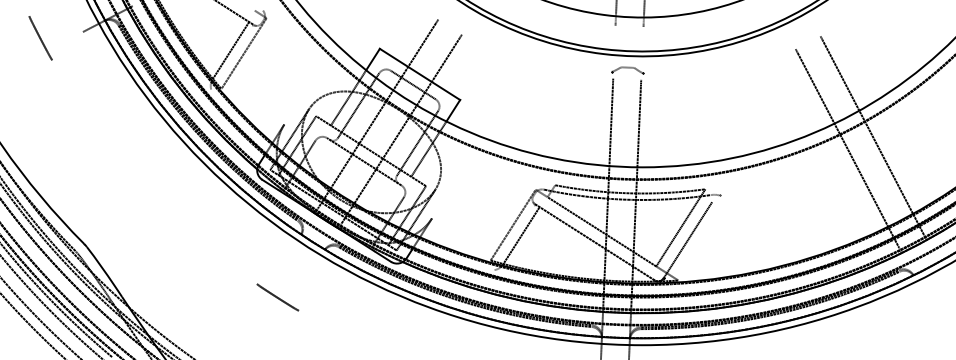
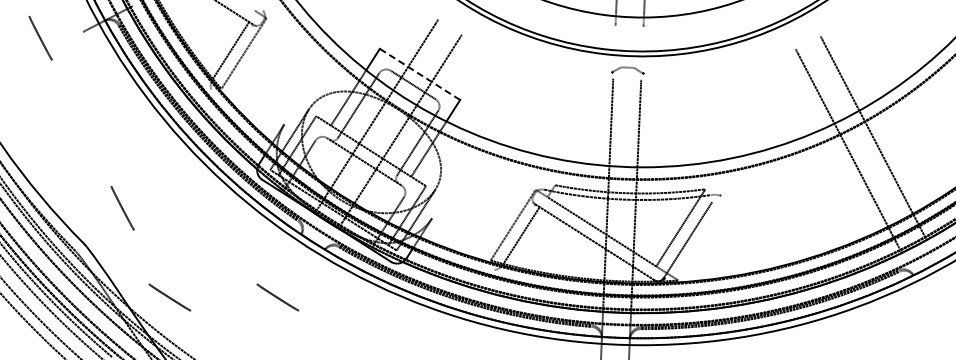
line at (420, 74): solid -> dashed
line at (122, 208): none -> present
line at (169, 297): none -> present
